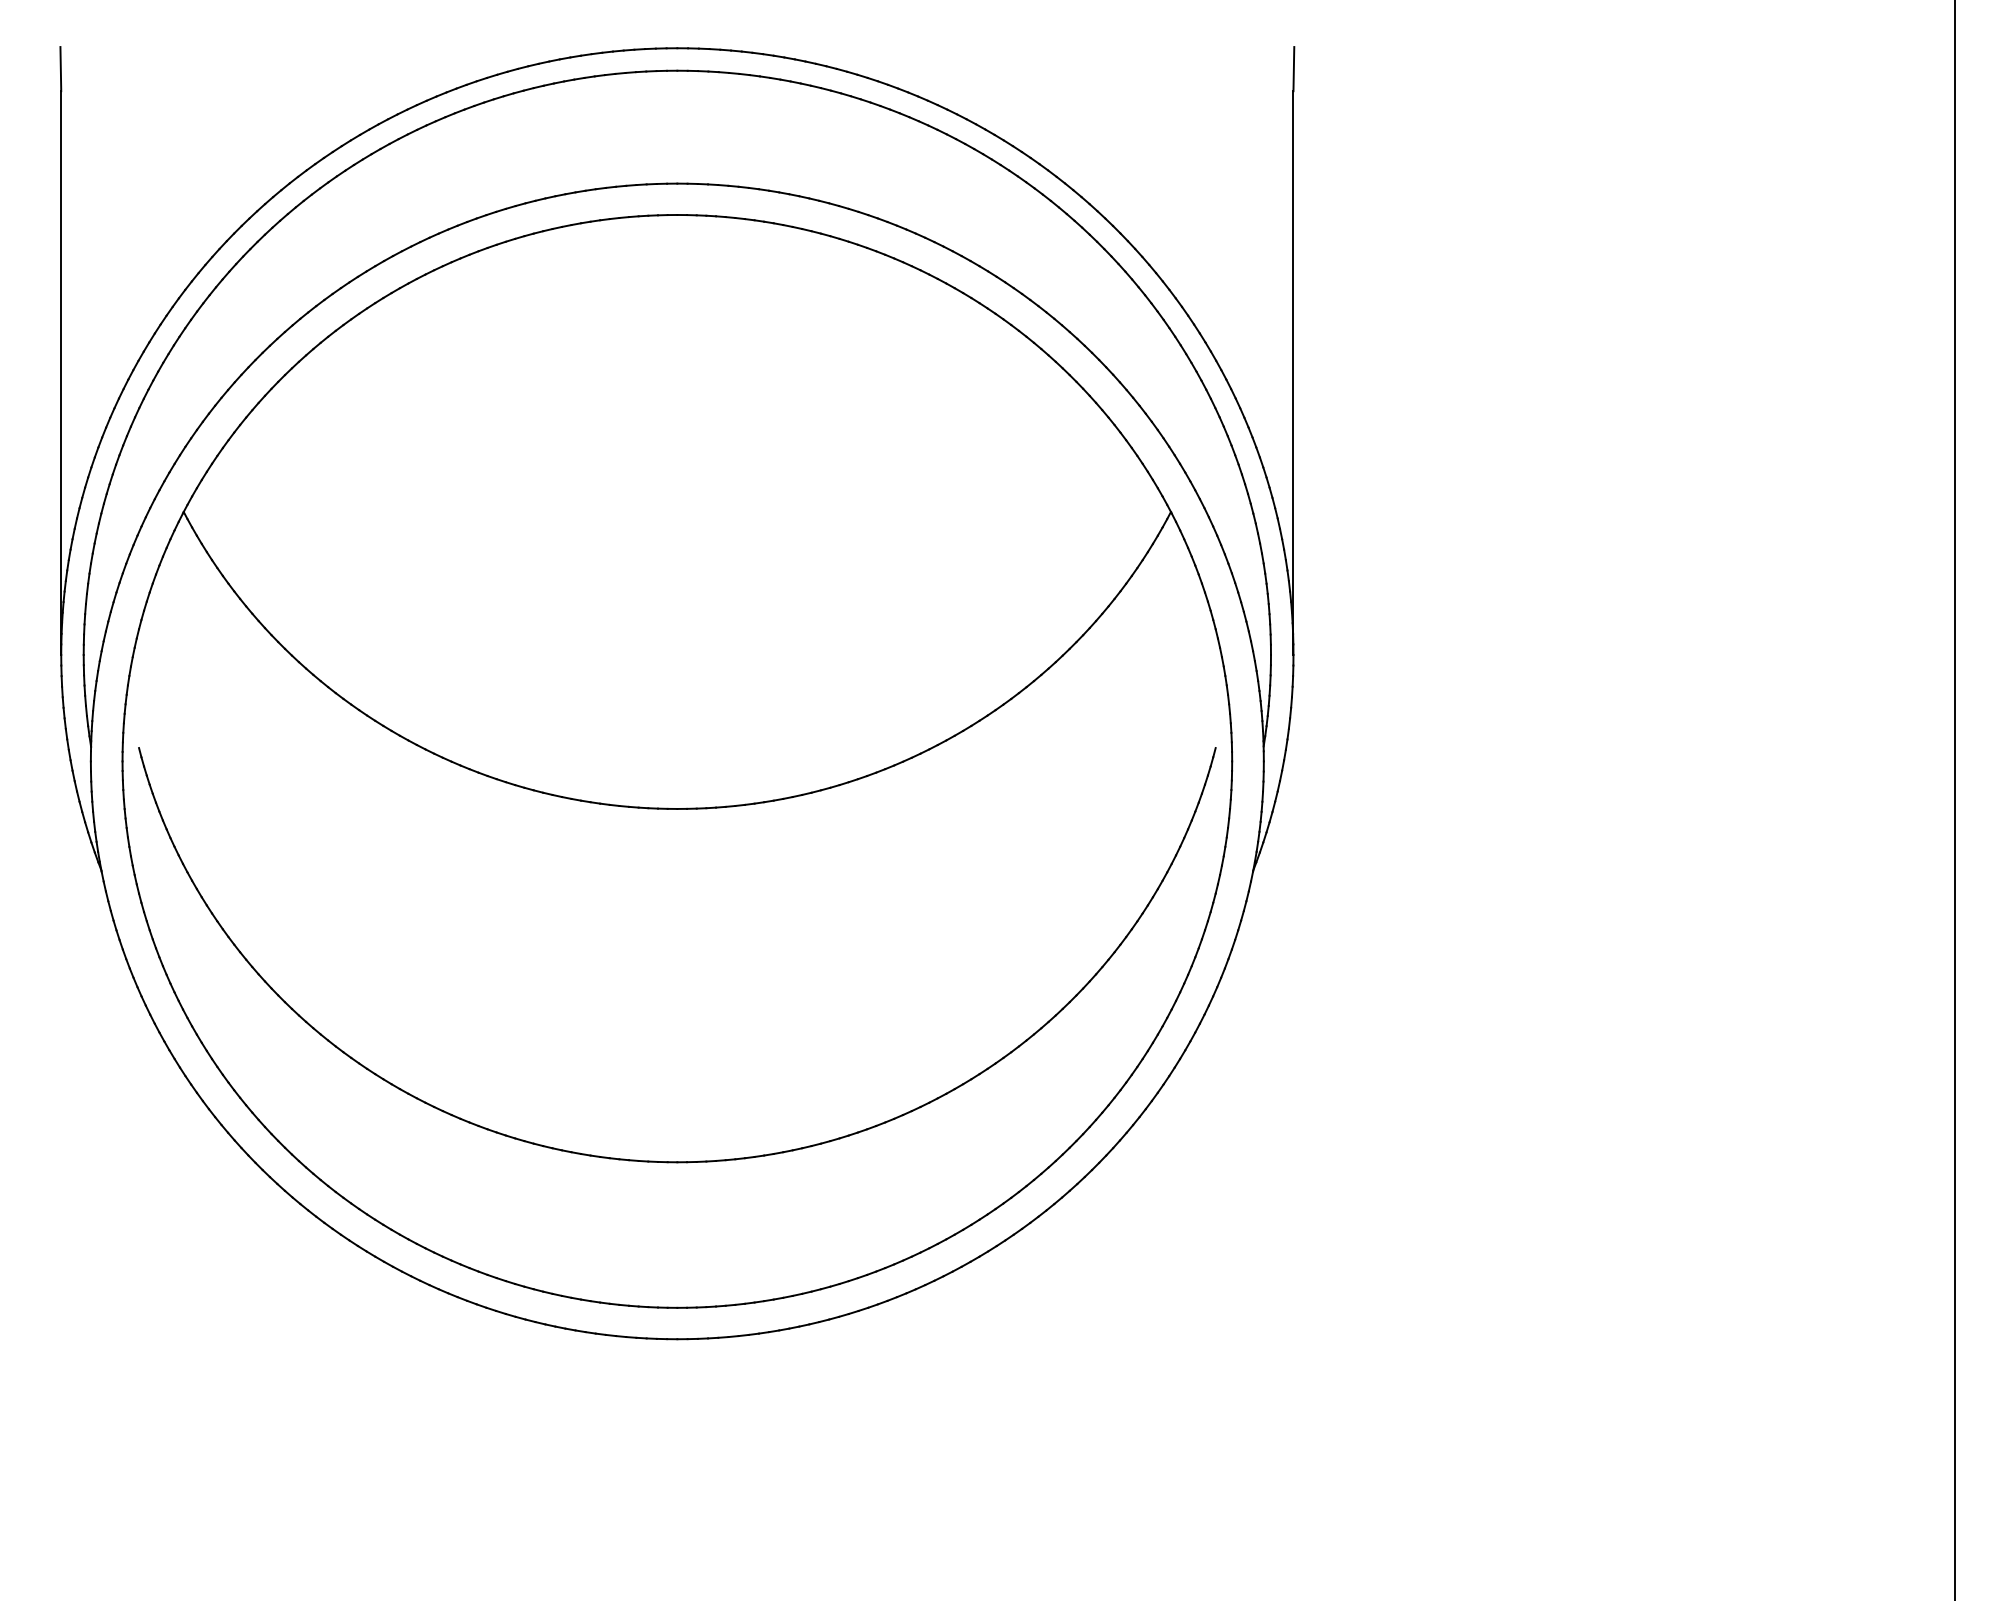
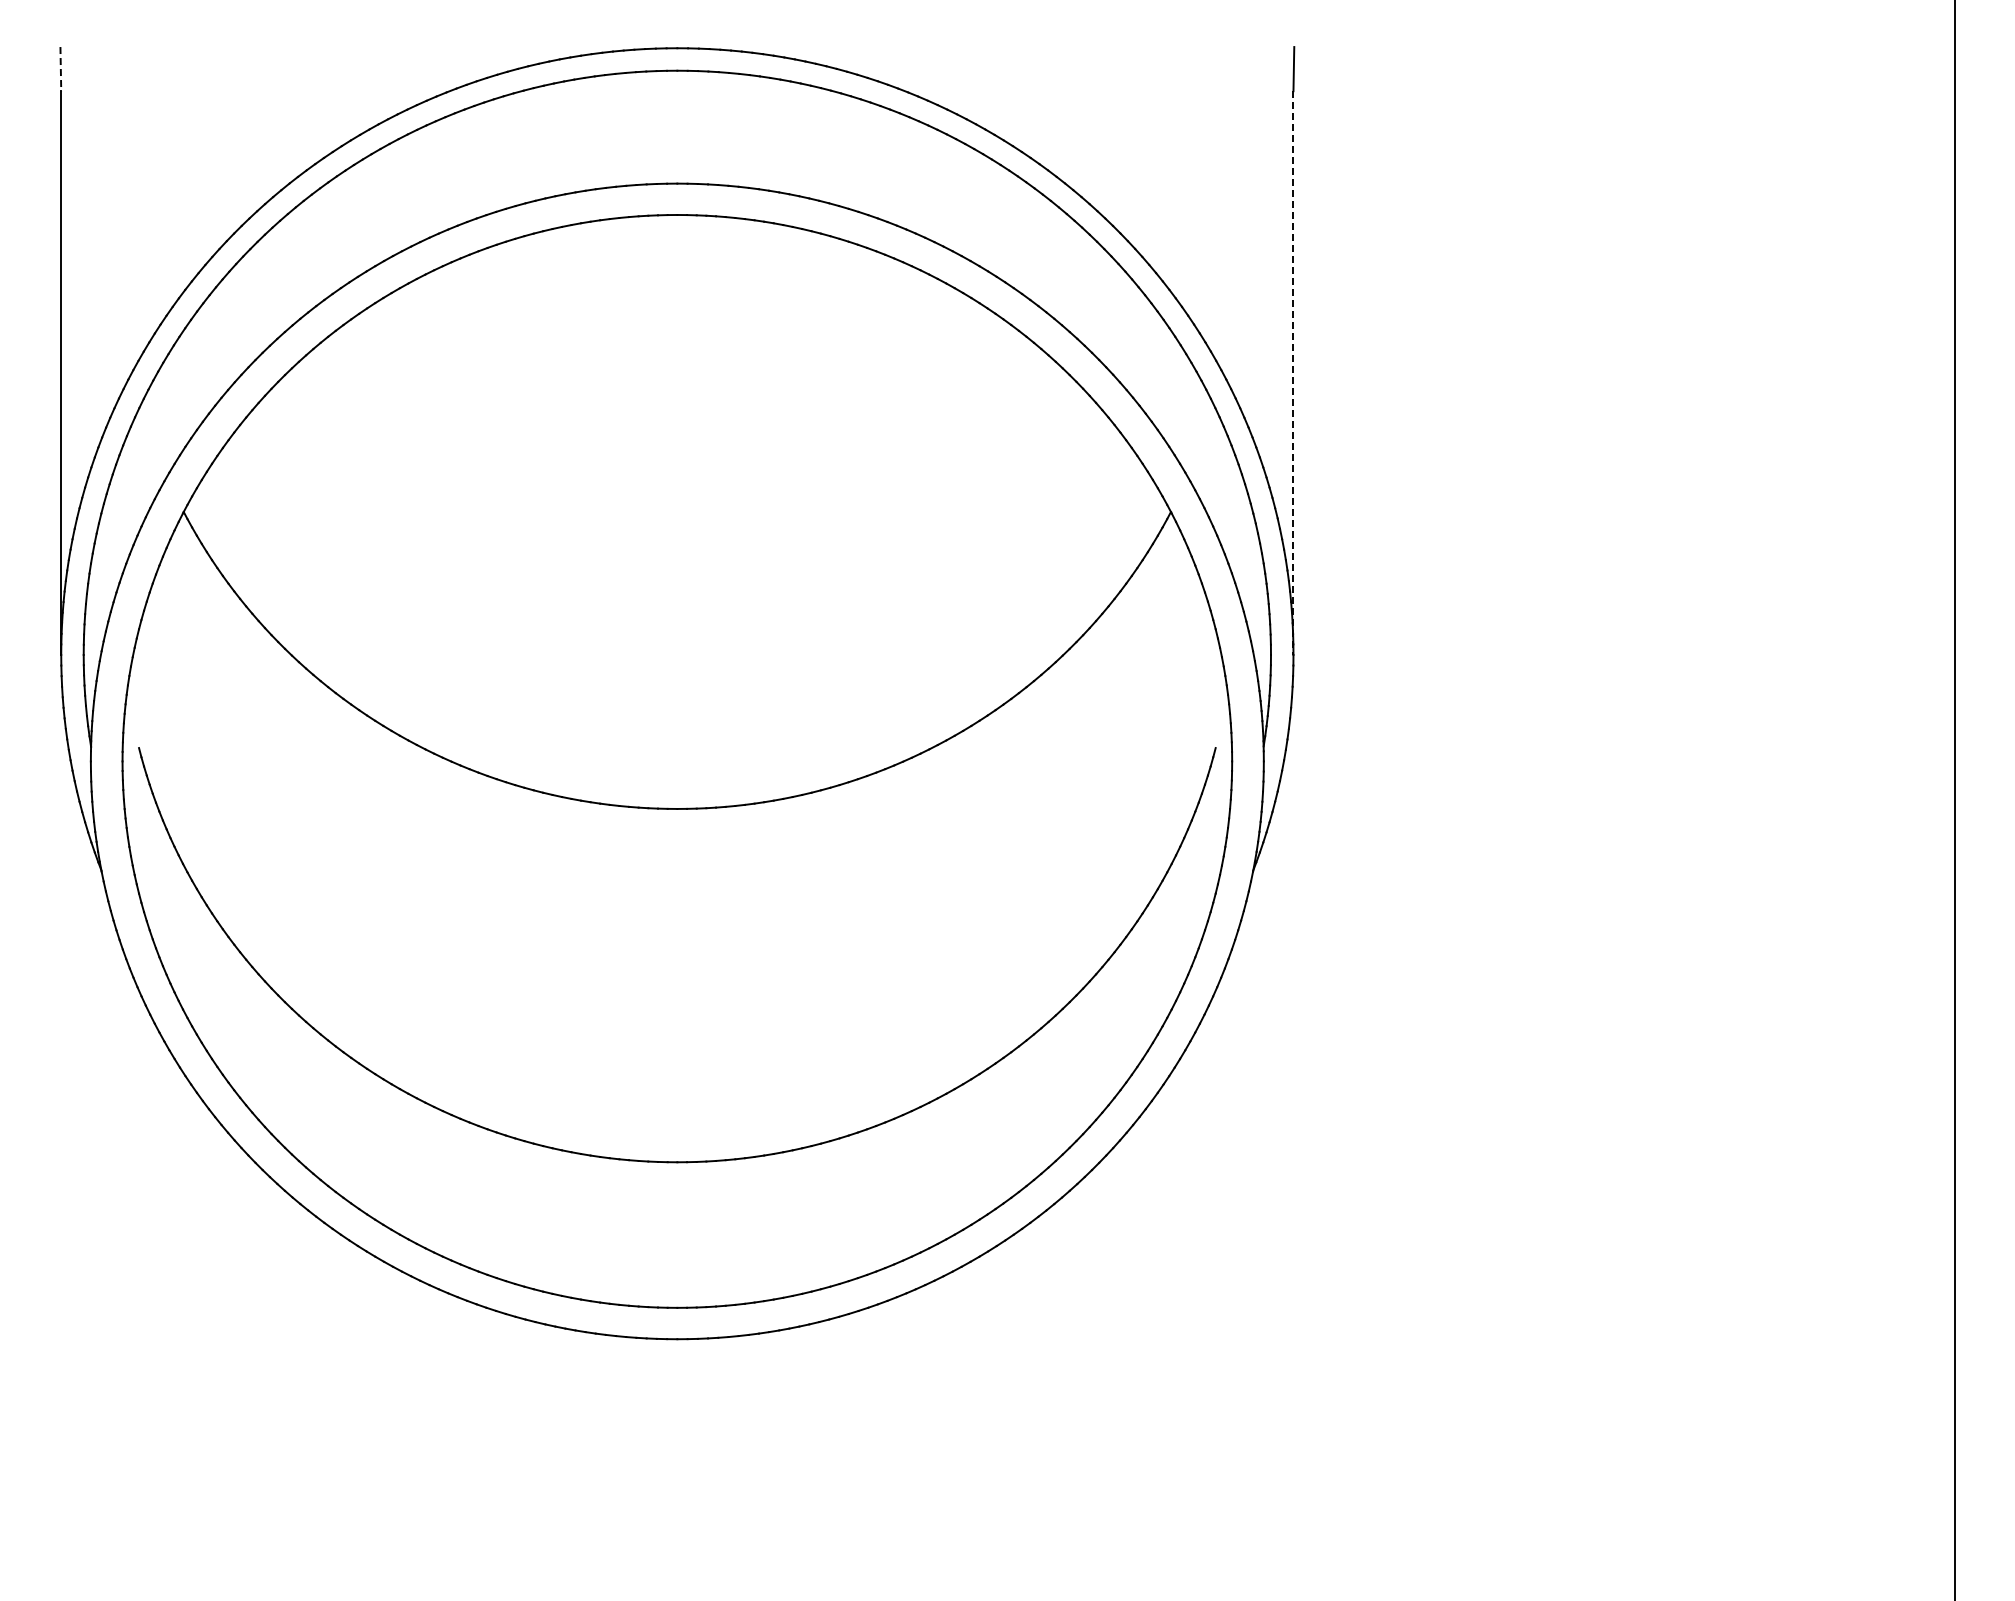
line at (60, 69): solid -> dashed
line at (1293, 373): solid -> dashed
